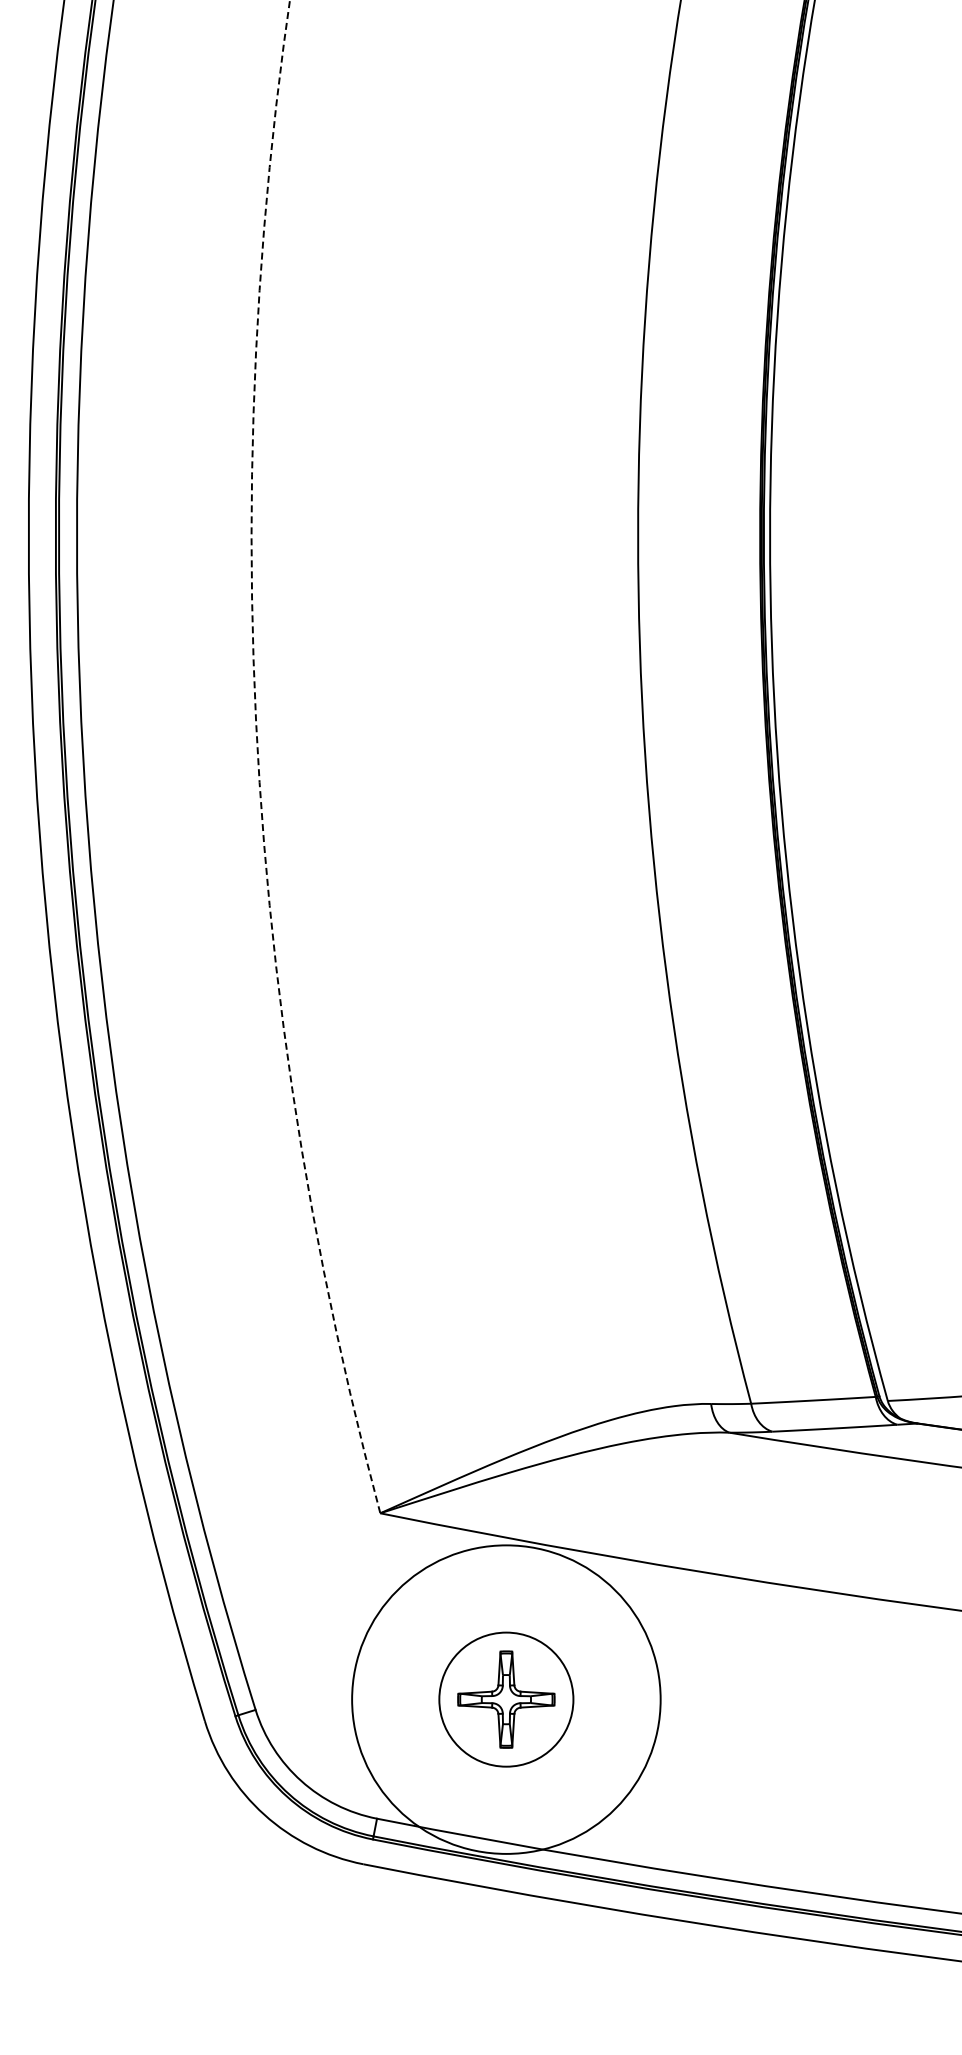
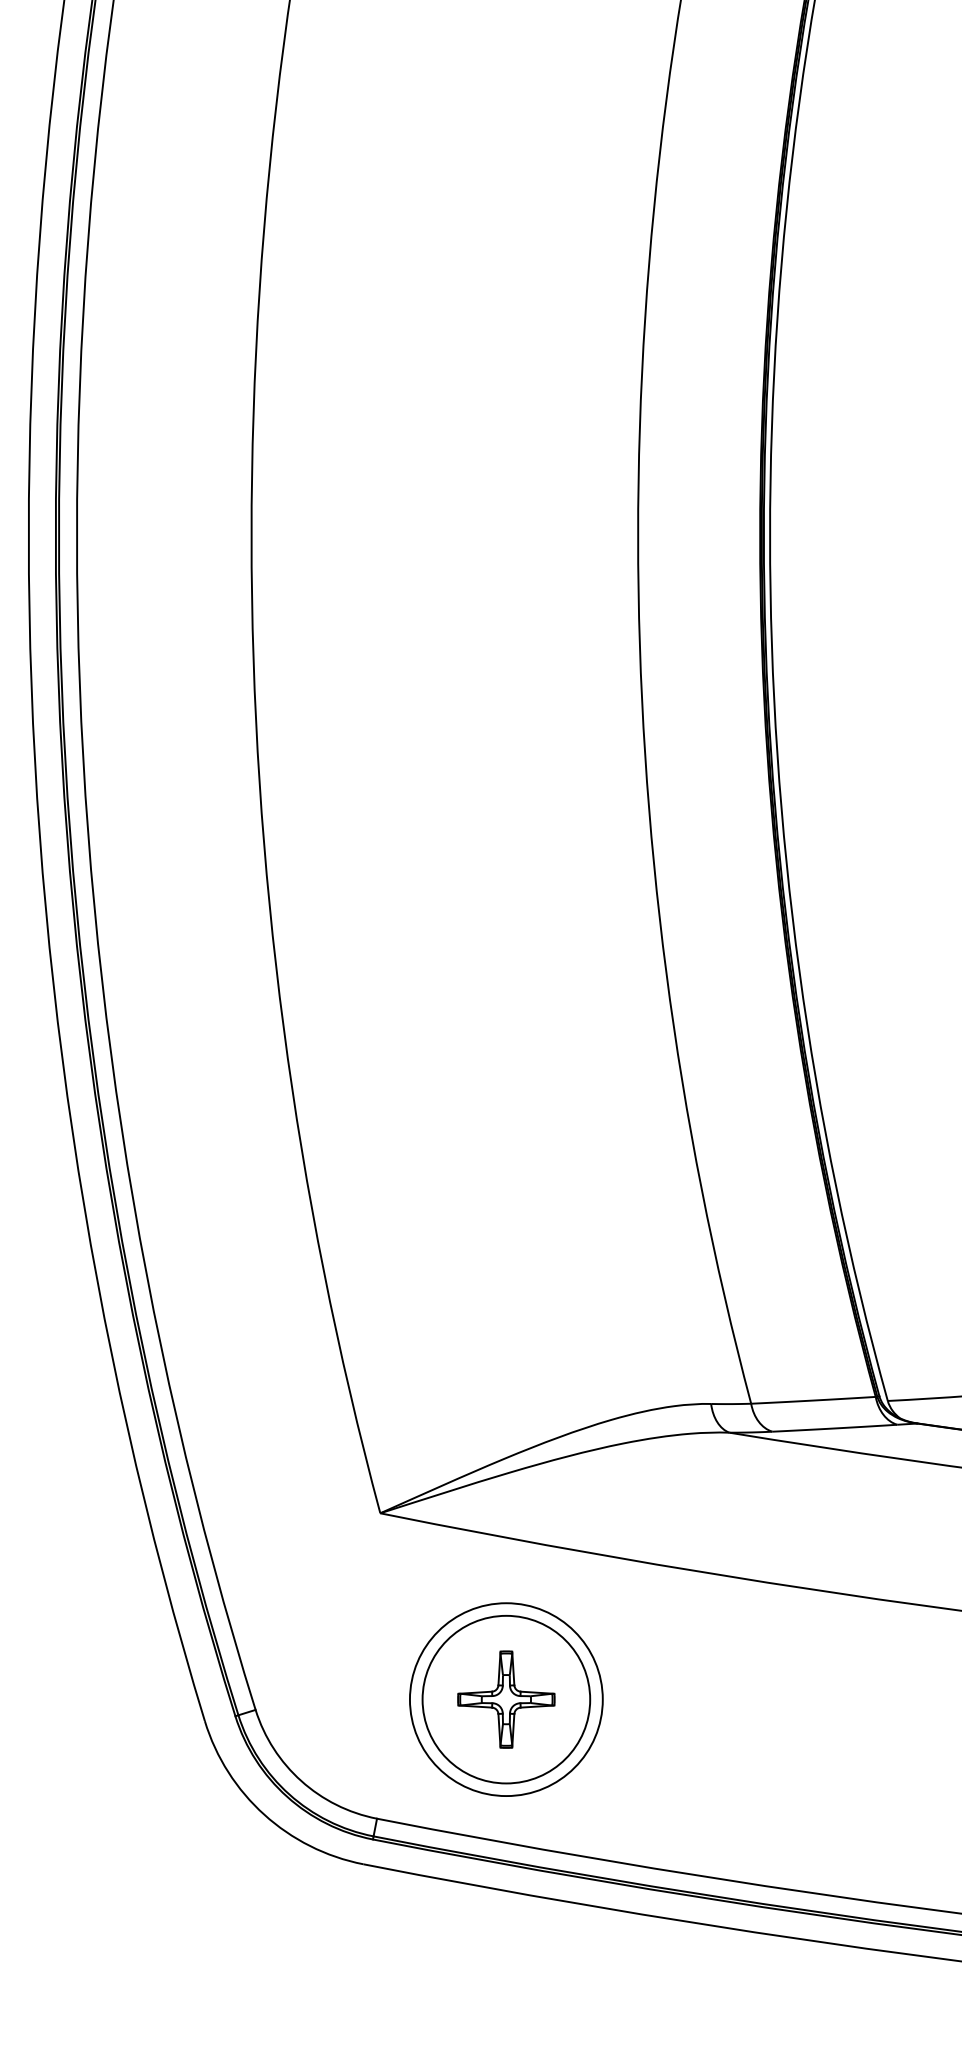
arc at (258, 761): dashed -> solid
circle at (506, 1699) diameter: 134 px -> 168 px
circle at (506, 1699) diameter: 309 px -> 193 px
